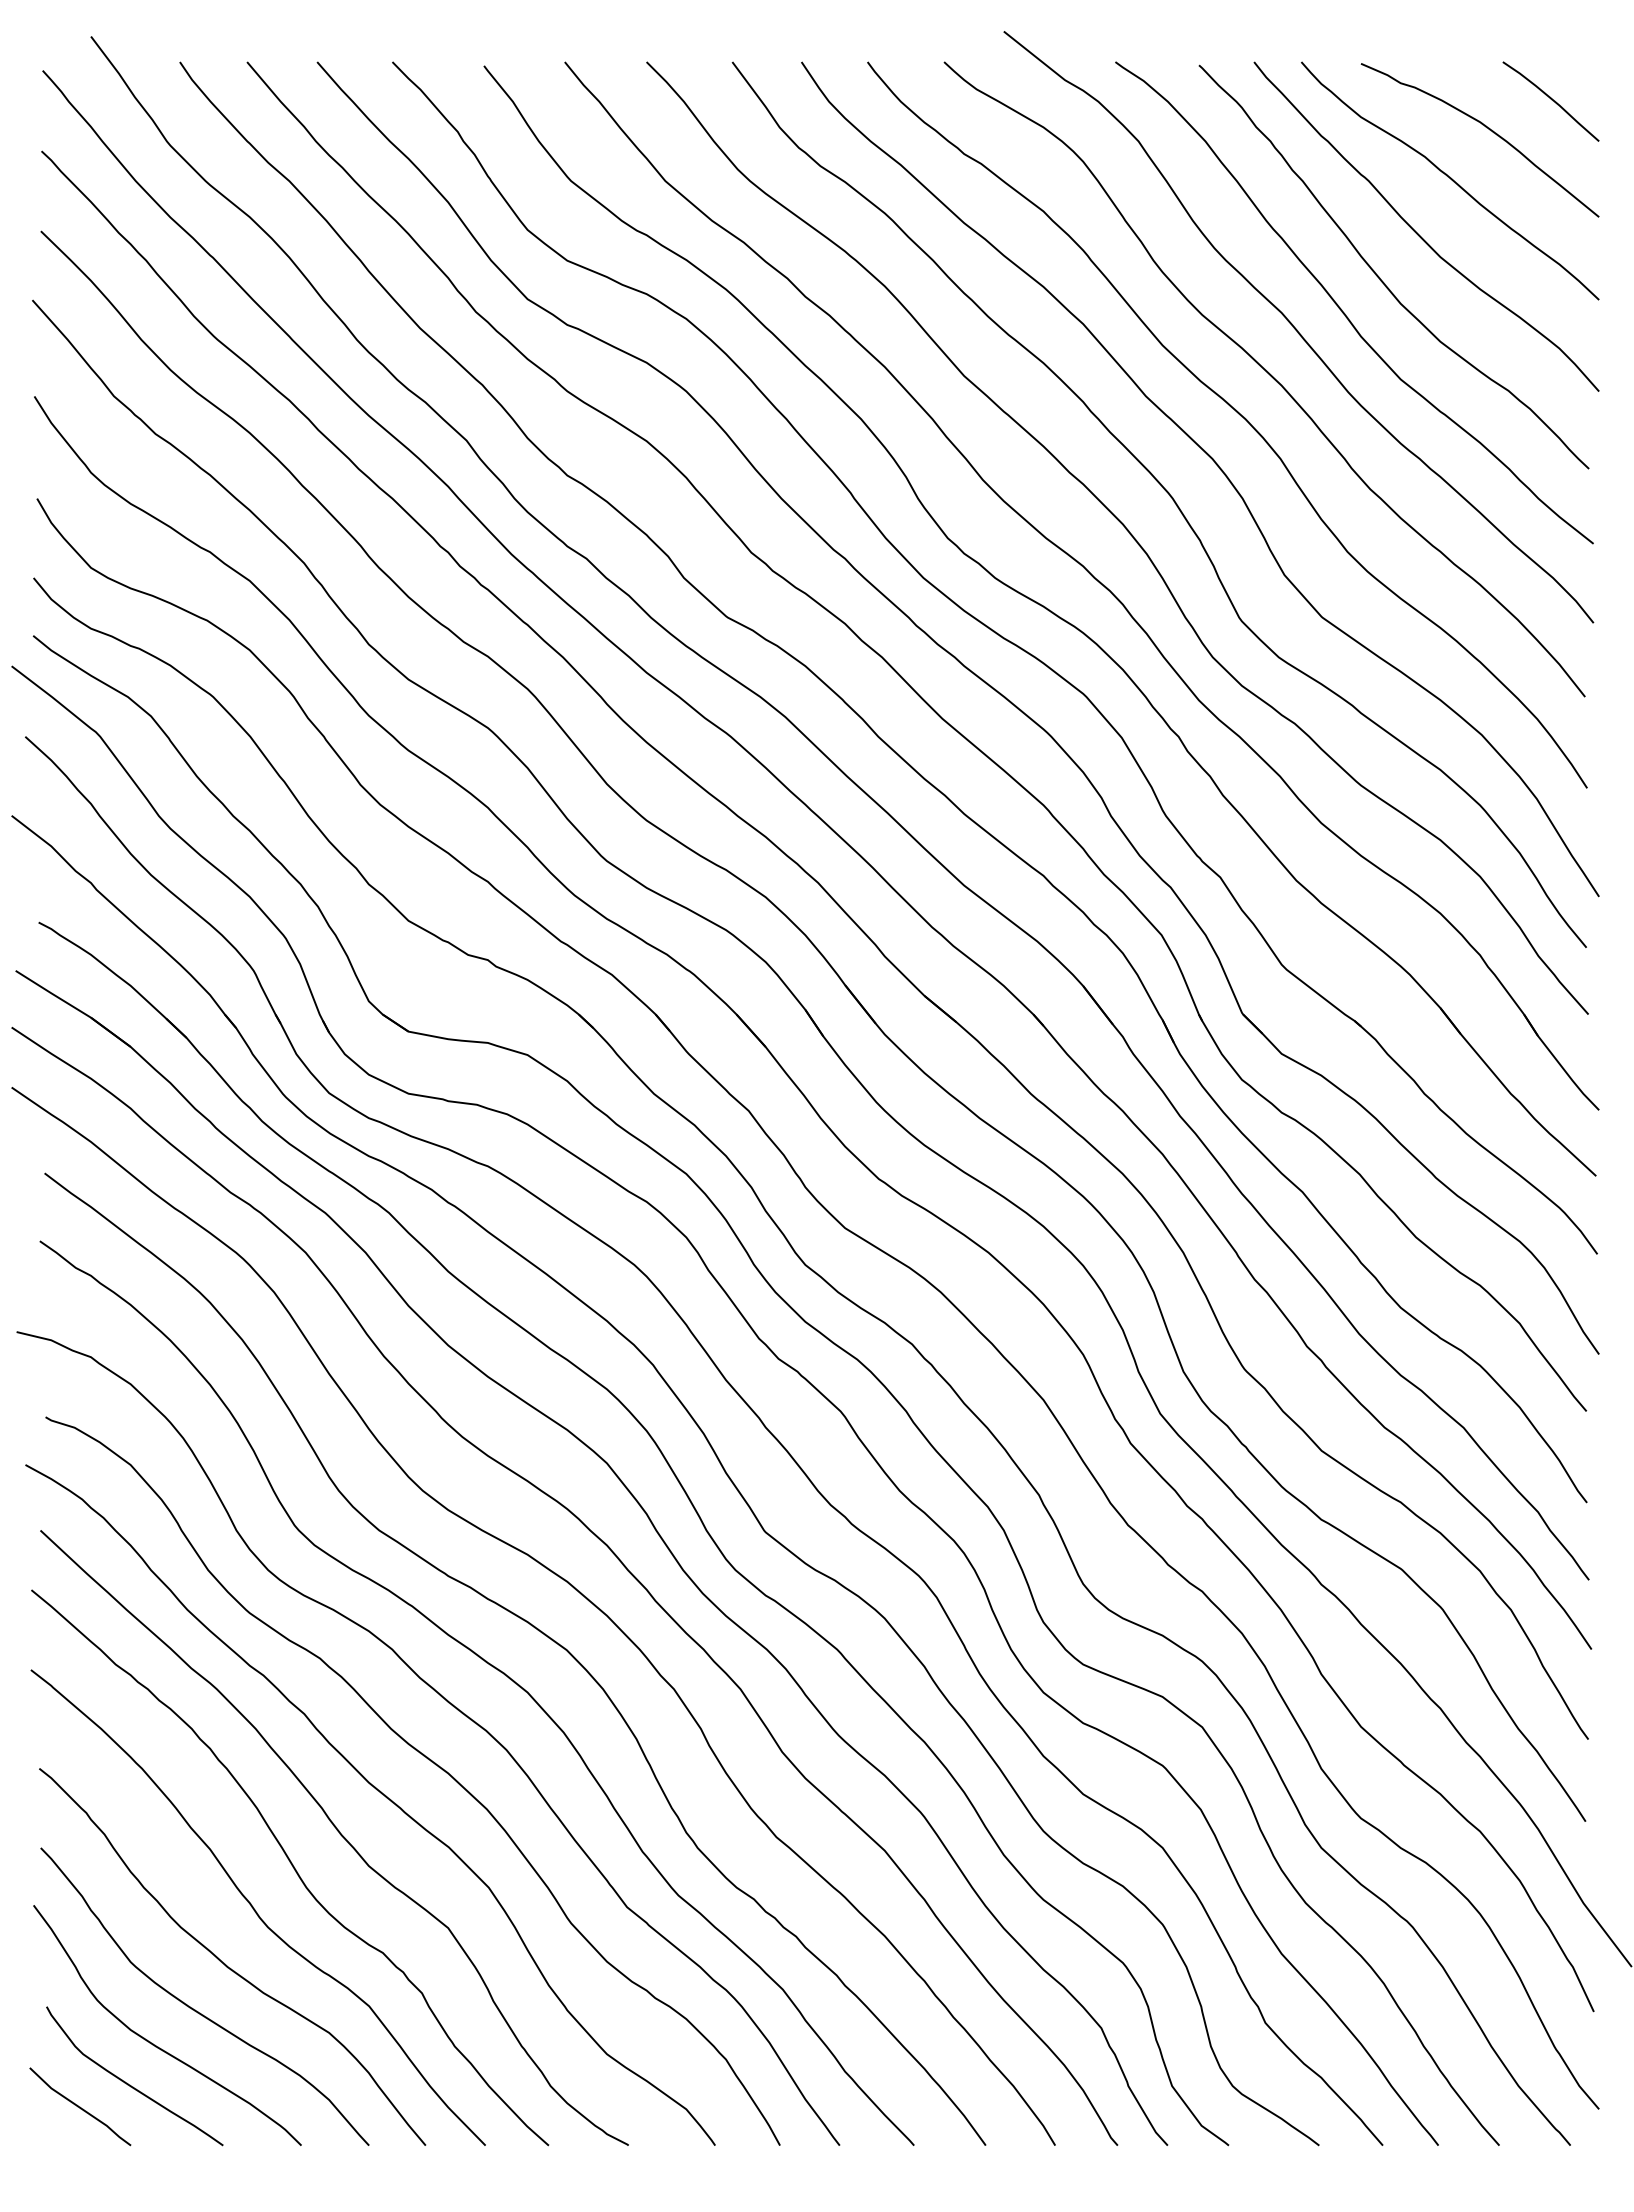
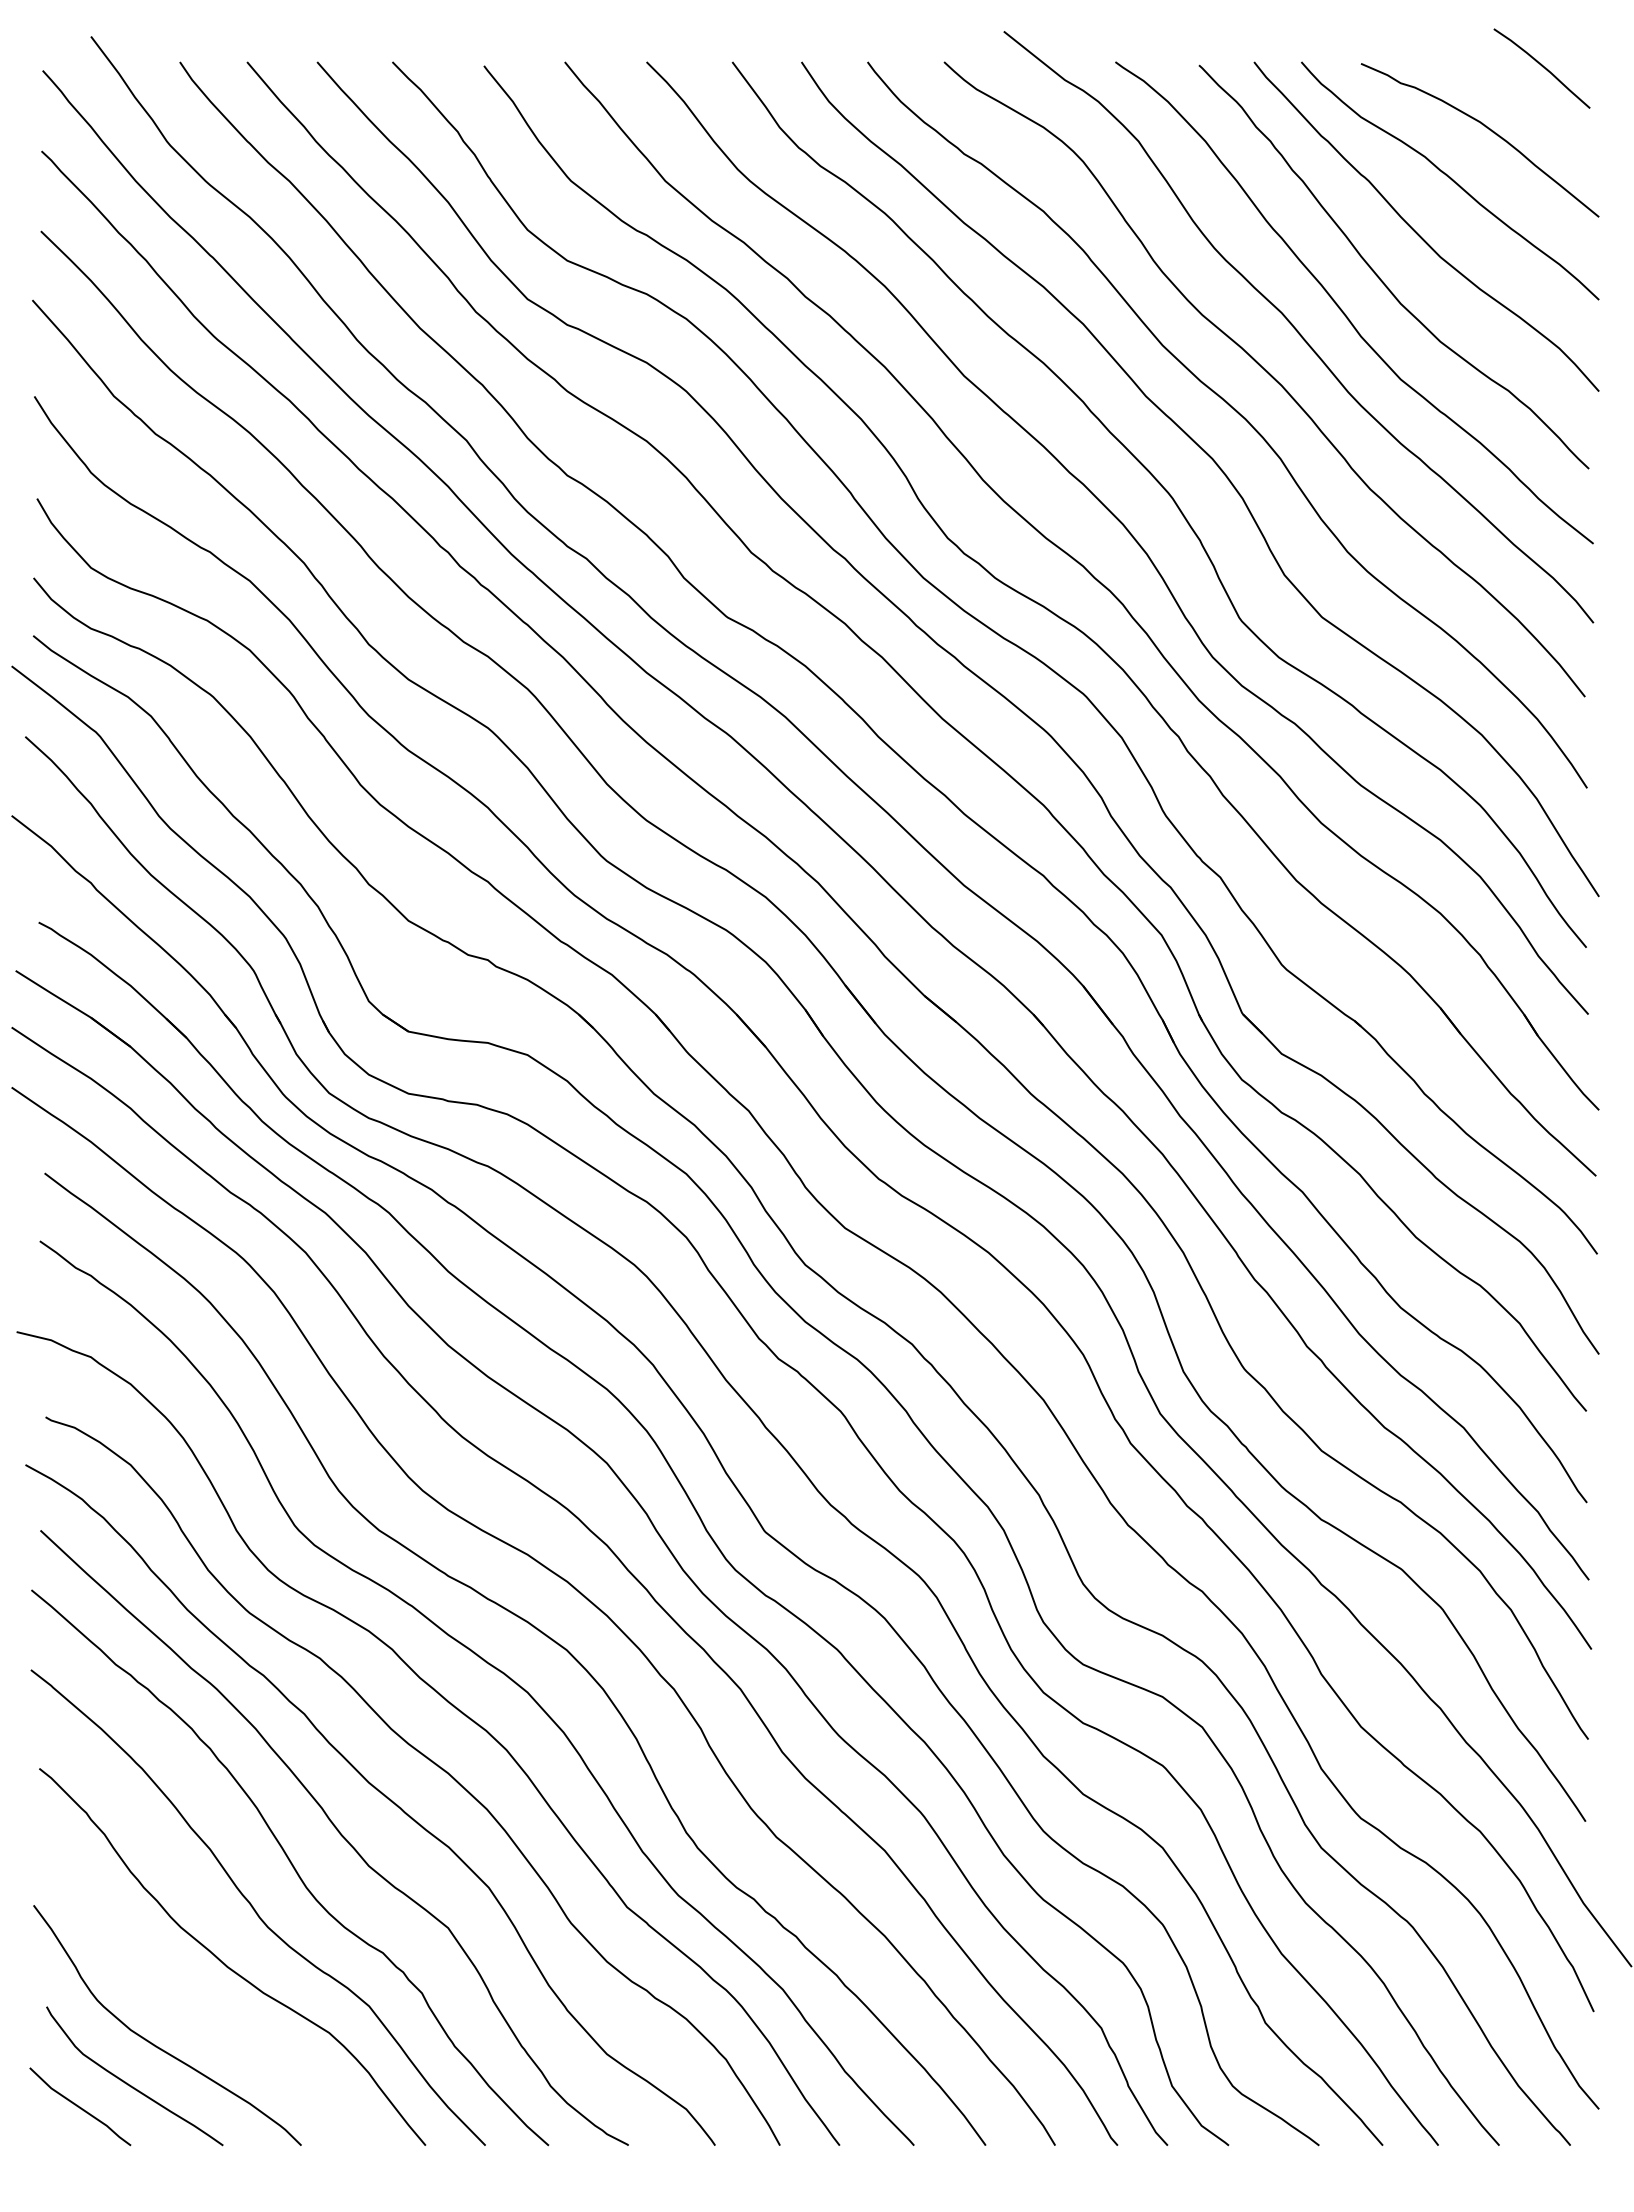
curve at (1551, 100) position: (1551, 100) -> (1542, 67)
curve at (195, 2009): present -> none
